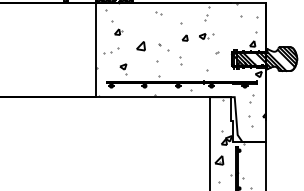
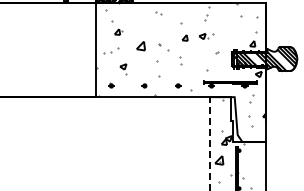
fill at (180, 82): present -> none
line at (209, 144): solid -> dashed
